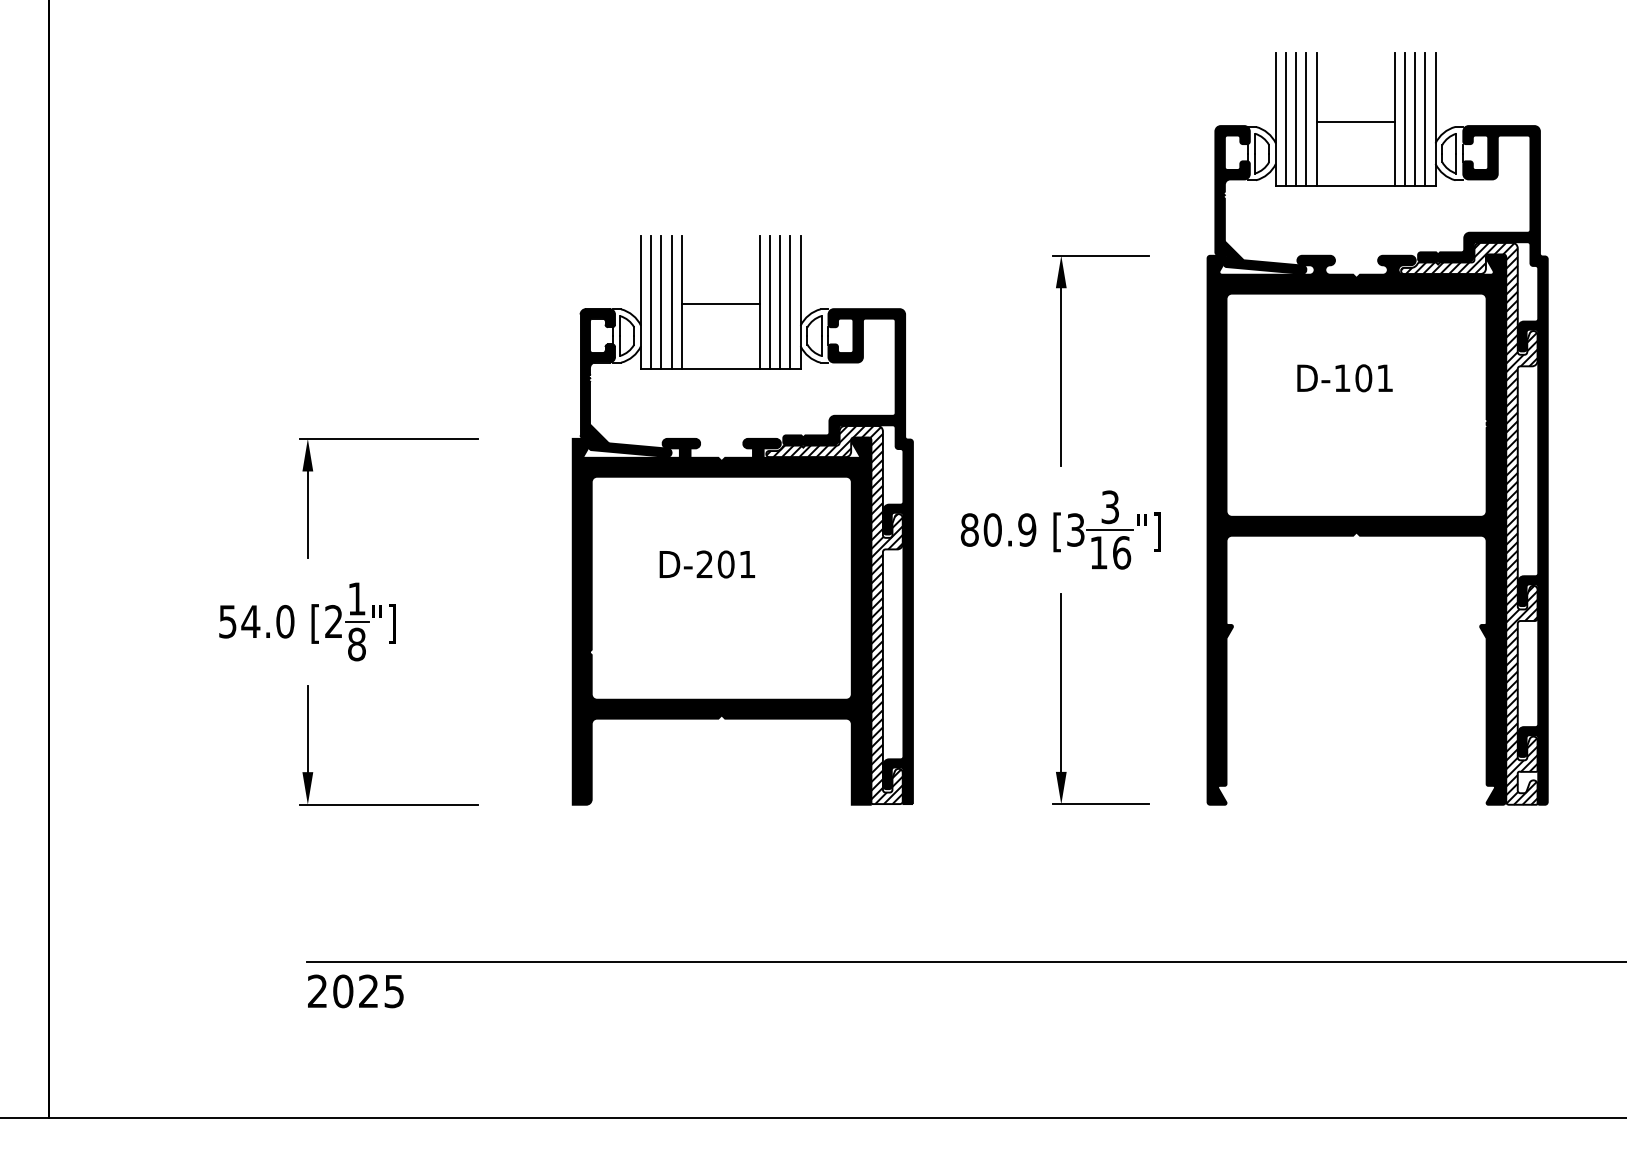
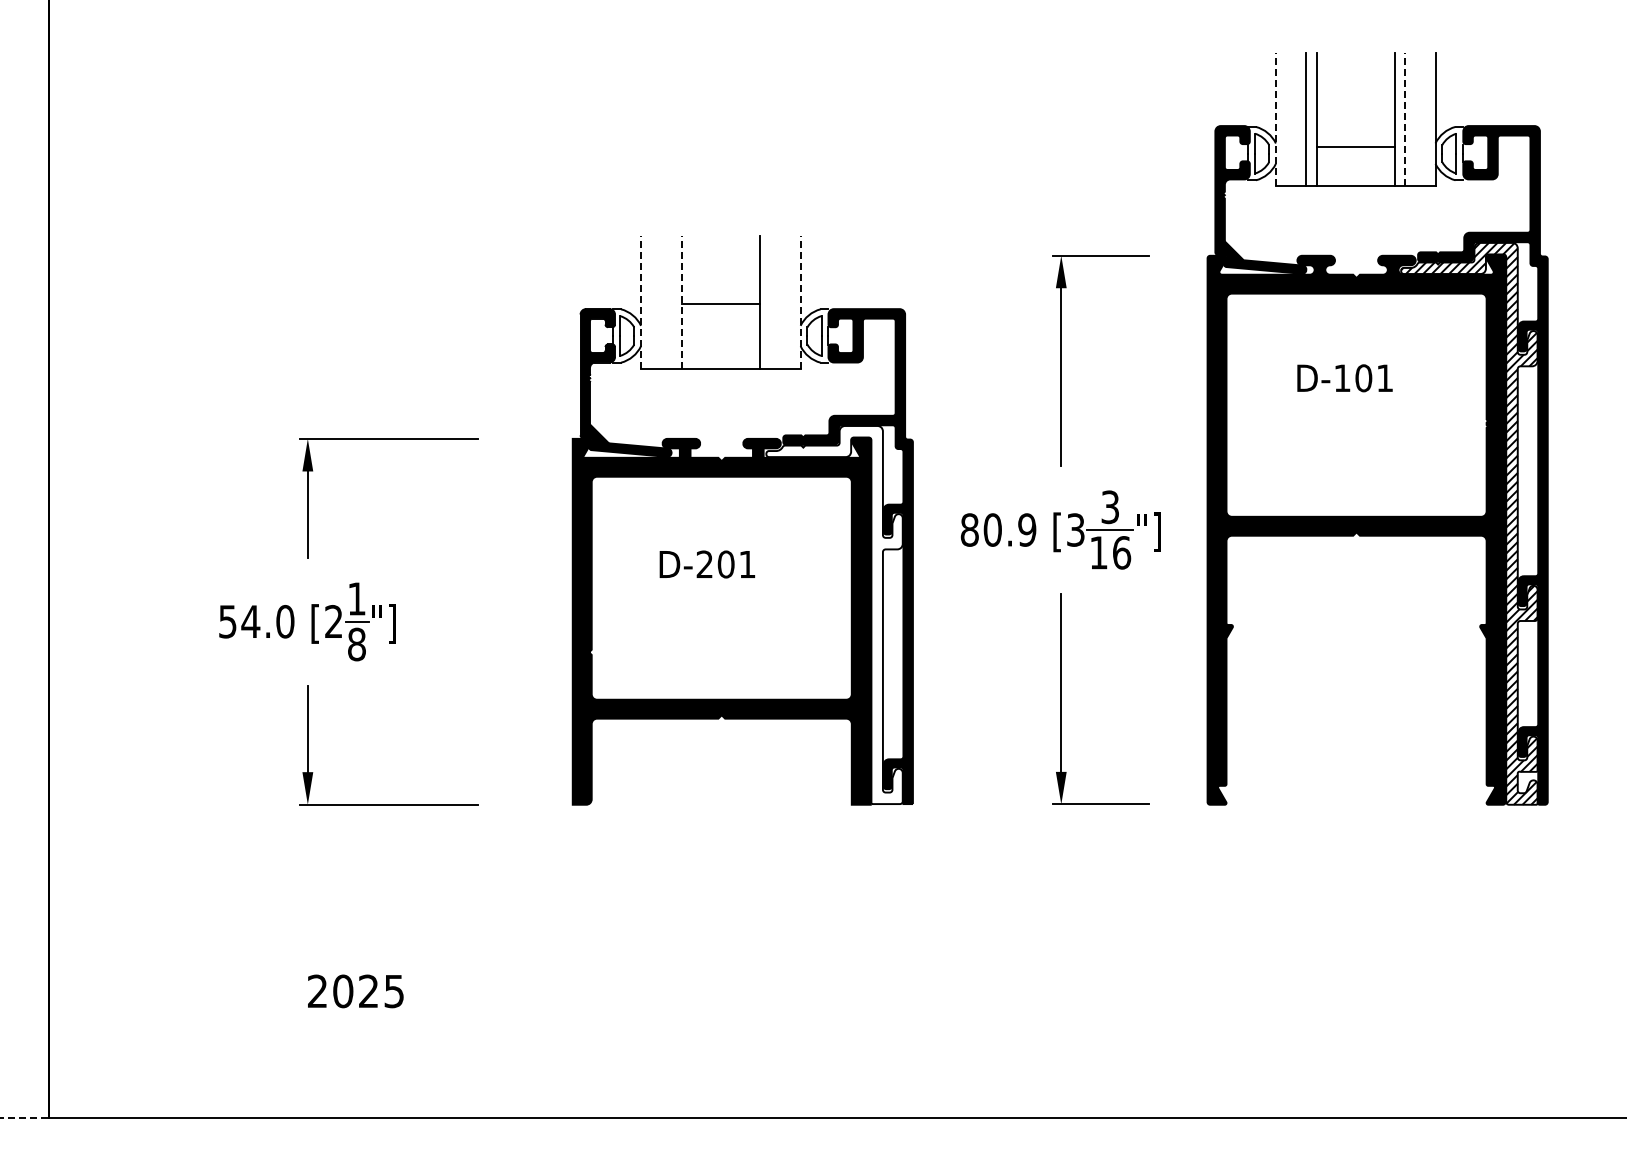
line at (1275, 119): solid -> dashed
line at (1286, 119): present -> none
line at (1296, 119): present -> none
line at (1405, 119): solid -> dashed
line at (1415, 119): present -> none
line at (1425, 119): present -> none
line at (1355, 122) position: (1355, 122) -> (1355, 147)
line at (651, 301): present -> none
line at (661, 301): present -> none
line at (671, 301): present -> none
line at (770, 301): present -> none
line at (780, 301): present -> none
line at (790, 301): present -> none
line at (641, 302): solid -> dashed
line at (681, 302): solid -> dashed
line at (800, 302): solid -> dashed
hatch at (834, 614): present -> none
line at (964, 962): present -> none
line at (24, 1117): solid -> dashed
